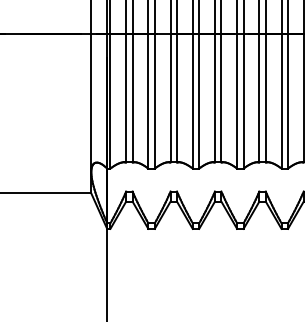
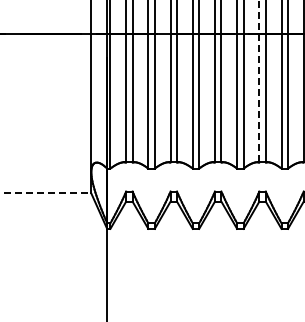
line at (259, 81): solid -> dashed
line at (46, 193): solid -> dashed
